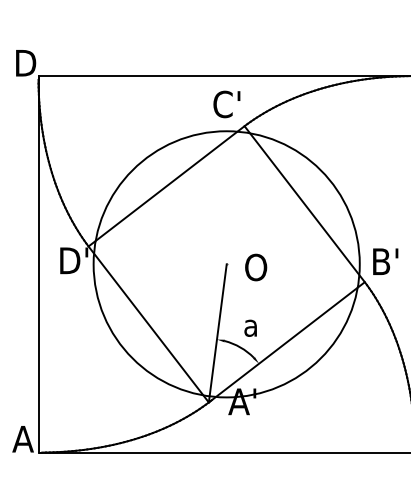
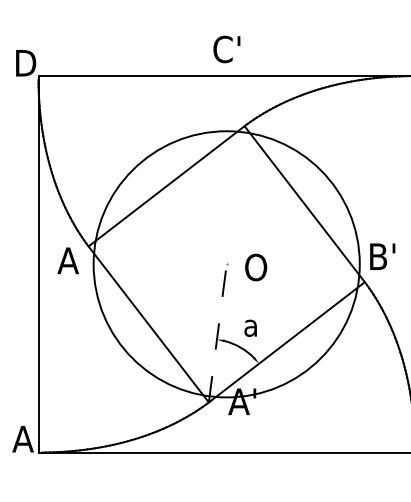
text at (226, 104) position: (226, 104) -> (226, 49)
text at (72, 260): D' -> A
text at (385, 261) position: (385, 261) -> (382, 256)
line at (217, 333): solid -> dashed
